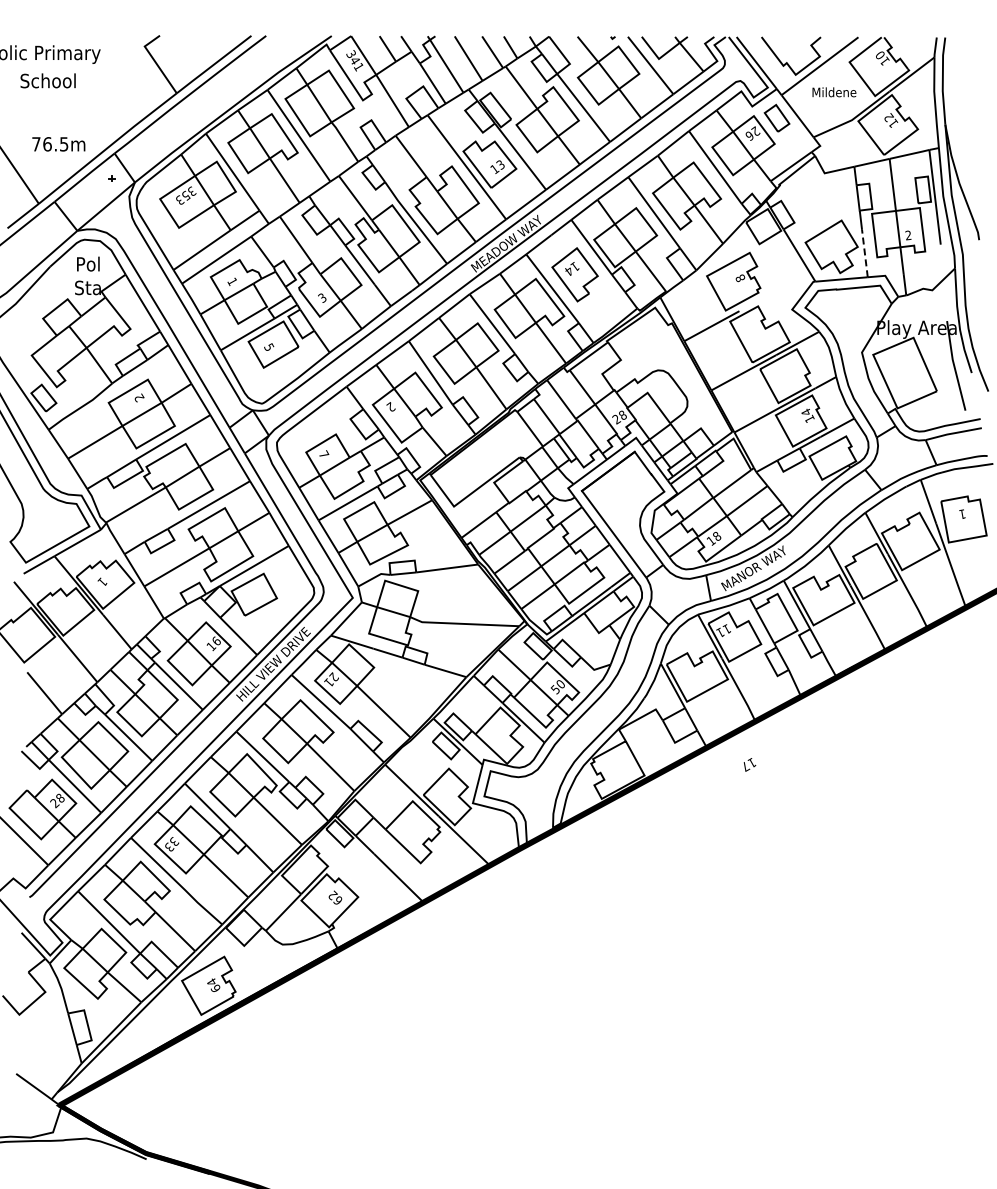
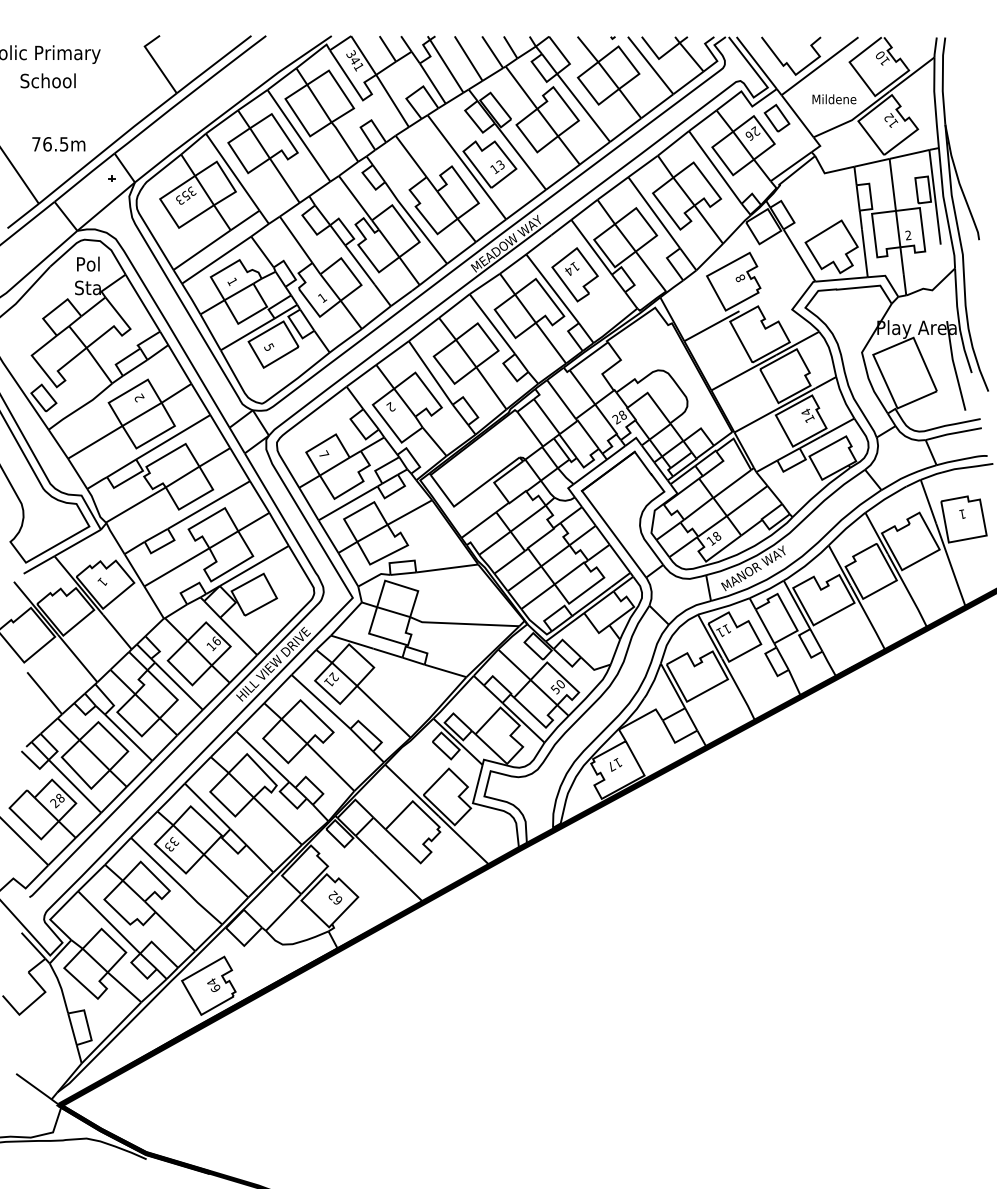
text at (834, 92) position: (834, 92) -> (834, 99)
line at (864, 253): dashed -> solid
text at (322, 297): 3 -> 1
text at (749, 764) position: (749, 764) -> (615, 764)
